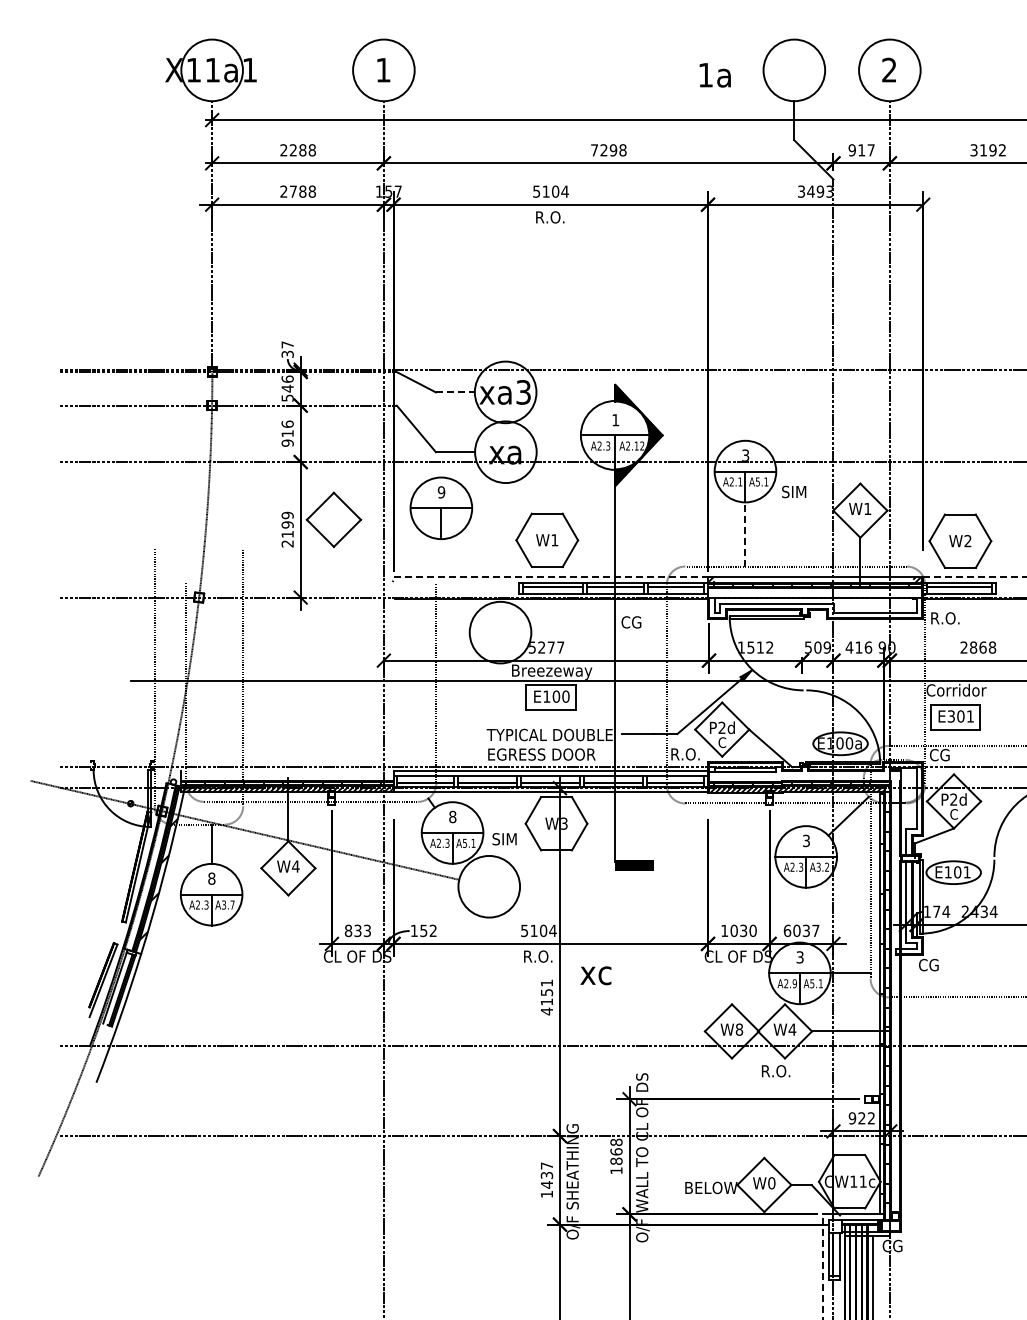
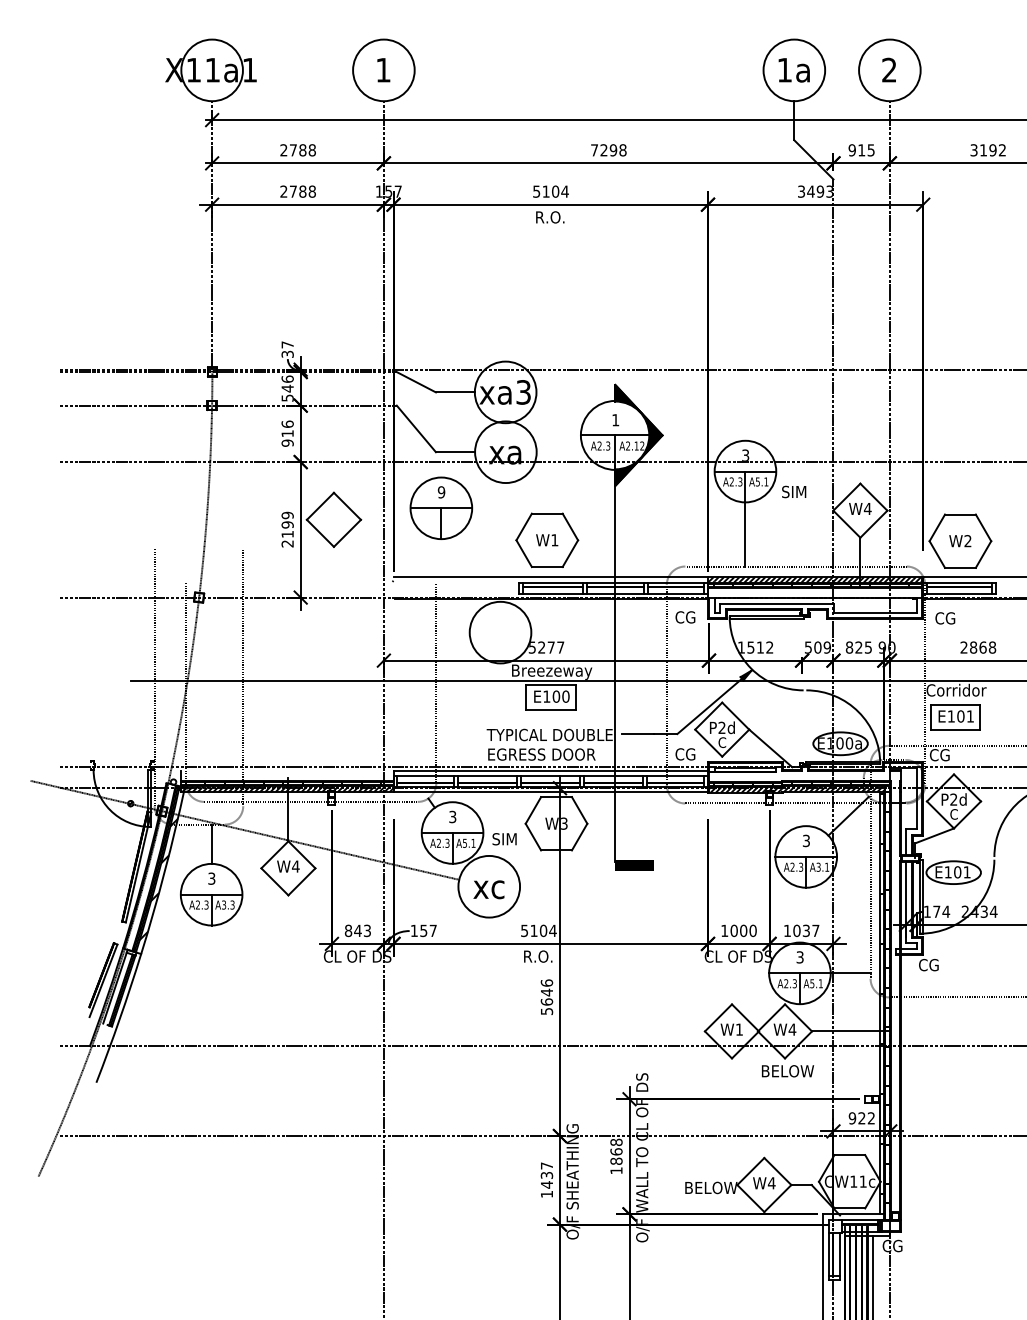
text at (714, 75) position: (714, 75) -> (793, 70)
text at (292, 150): 2288 -> 2788
text at (870, 150): 917 -> 915
line at (455, 392): dashed -> solid
text at (740, 481): A2.1 -> A2.3
text at (867, 508): W1 -> W4
line at (745, 533): dashed -> solid
line at (551, 577): dashed -> solid
line at (974, 577): dashed -> solid
hatch at (813, 579): none -> present
text at (945, 618): R.O. -> CG
text at (631, 622) position: (631, 622) -> (685, 617)
text at (858, 647): 416 -> 825
text at (950, 716): E301 -> E101
text at (685, 754): R.O. -> CG
text at (452, 816): 8 -> 3
text at (826, 866): A3.2 -> A3.1
text at (211, 878): 8 -> 3
text at (232, 904): A3.7 -> A3.3
text at (357, 930): 833 -> 843
text at (432, 930): 152 -> 157
text at (743, 930): 1030 -> 1000
text at (787, 930): 6037 -> 1037
text at (595, 975) position: (595, 975) -> (488, 889)
text at (794, 983): A2.9 -> A2.3
text at (546, 997): 4151 -> 5646
text at (739, 1029): W8 -> W1
text at (788, 1071): R.O. -> BELOW
text at (771, 1183): W0 -> W4
line at (823, 1266): dashed -> solid
